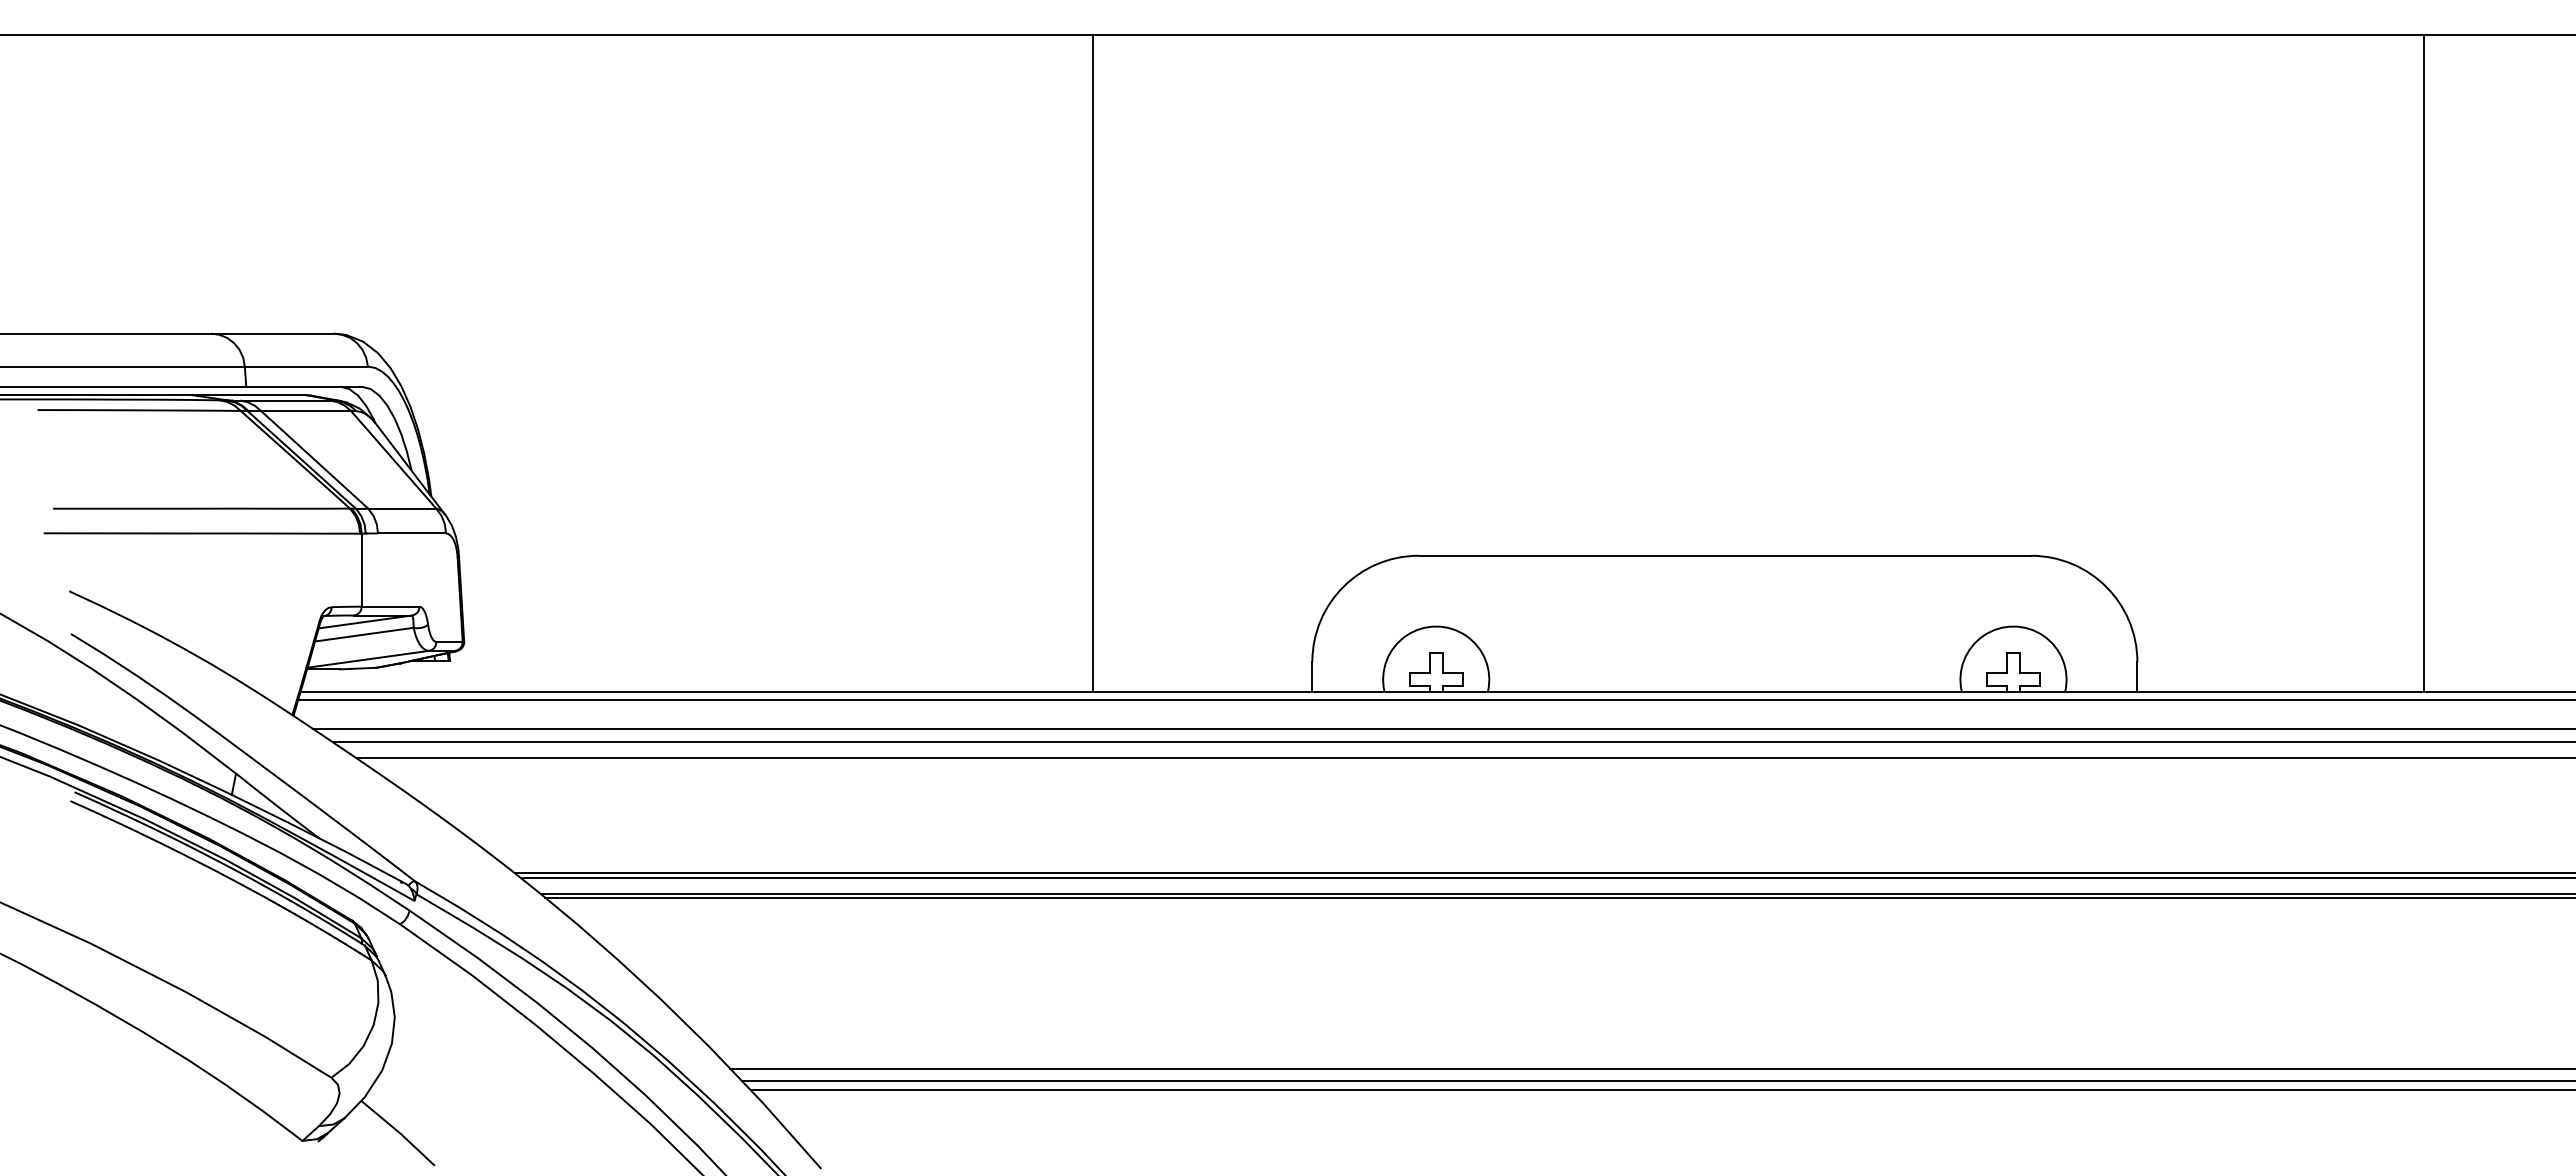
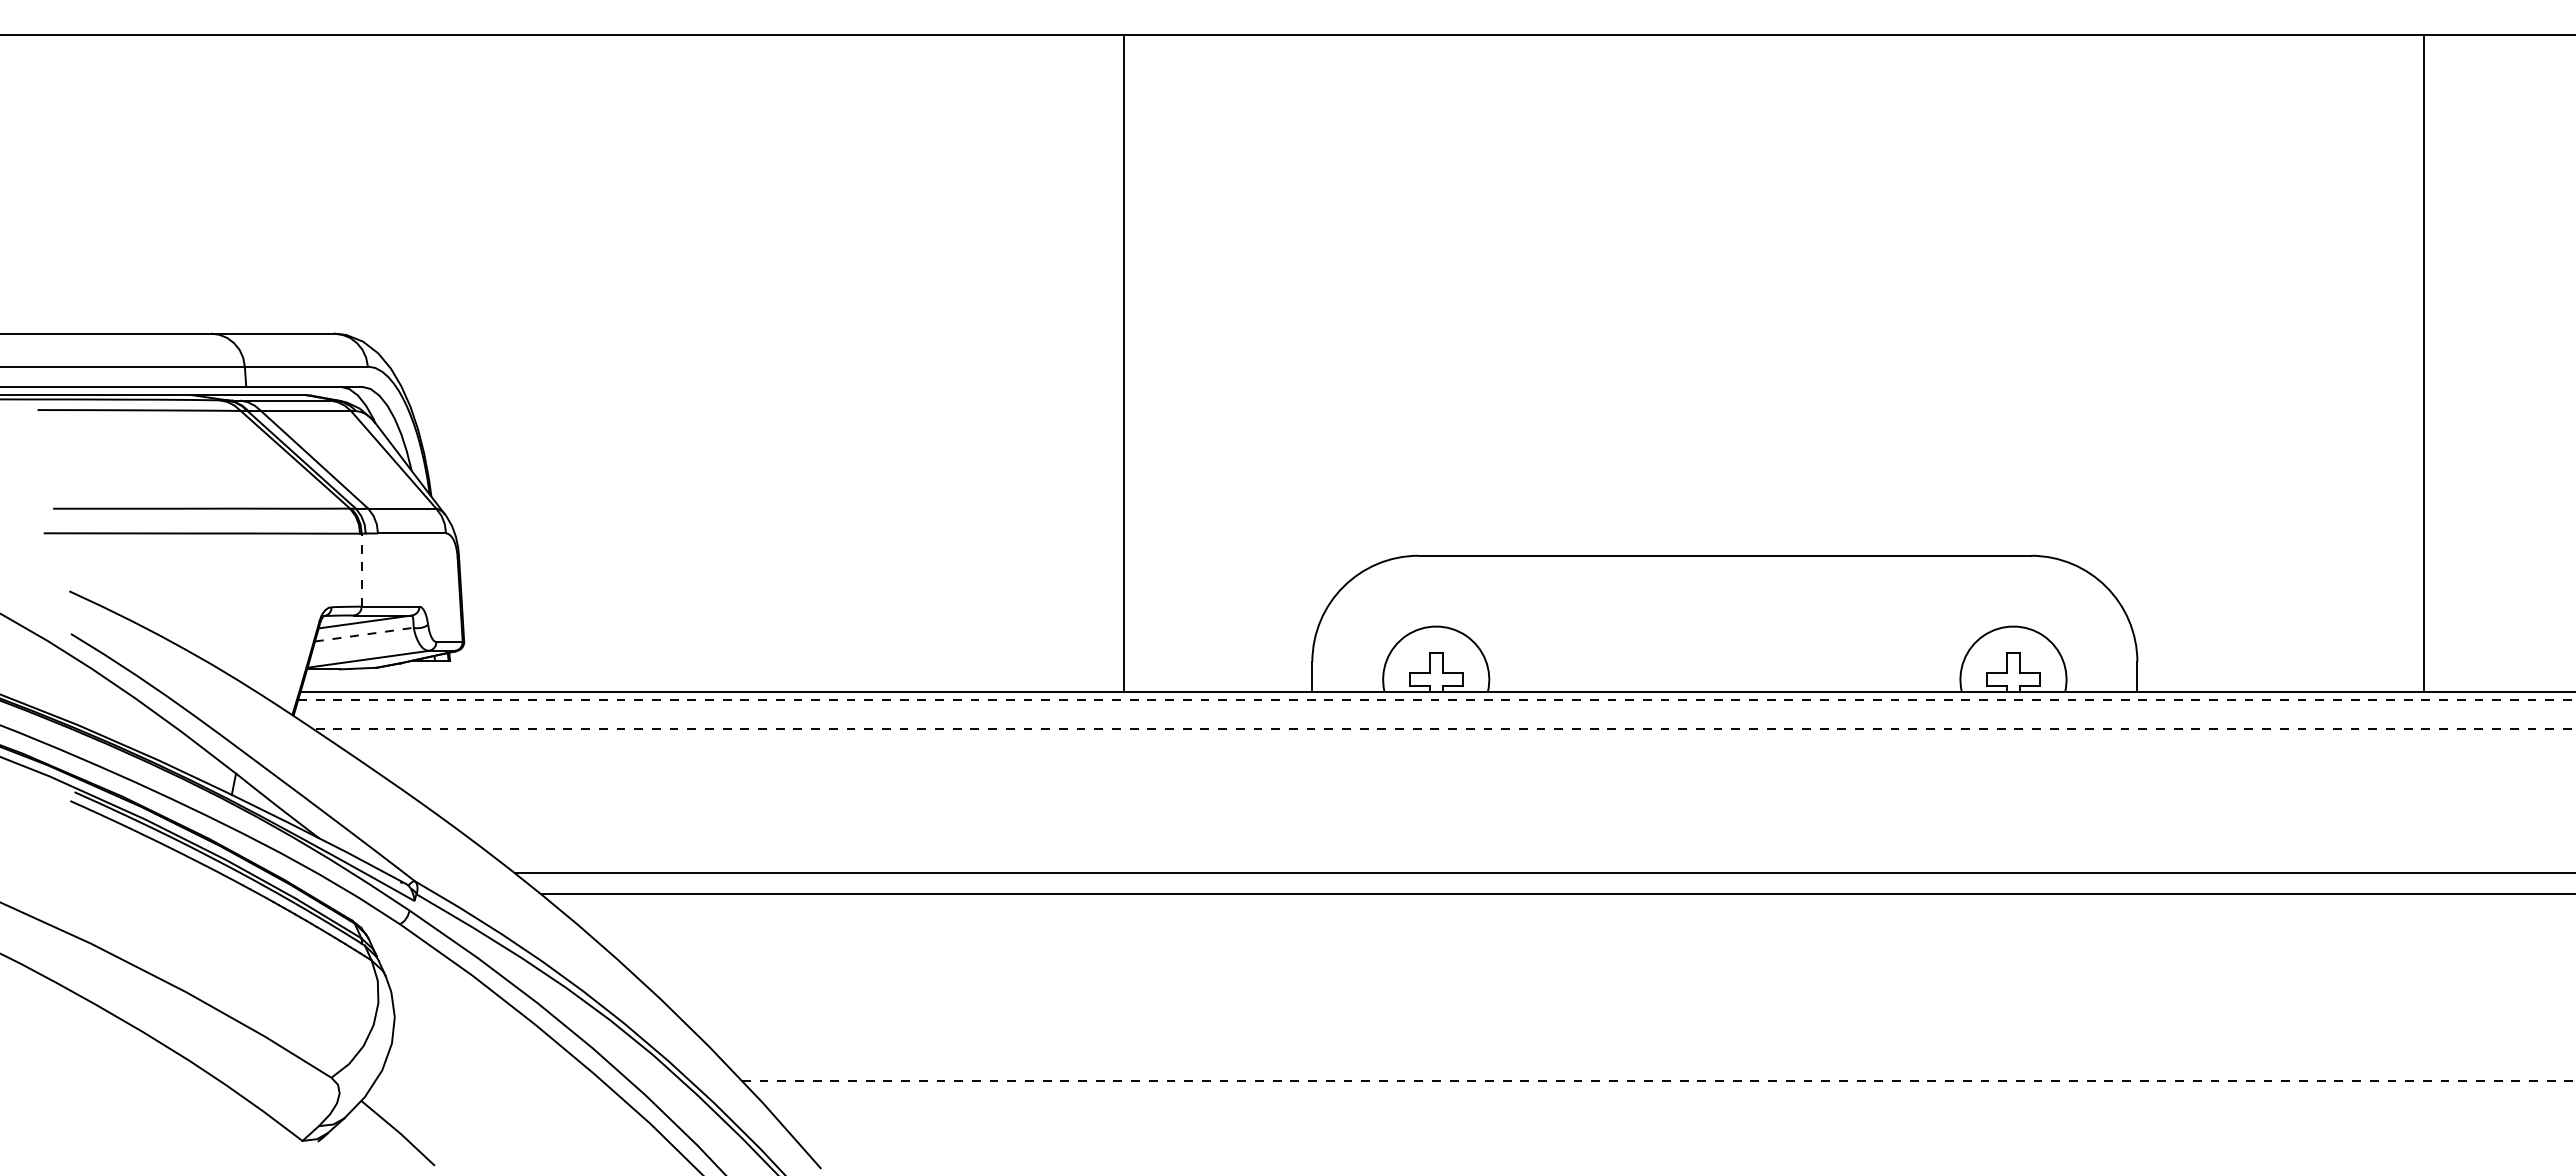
line at (1092, 363) position: (1092, 363) -> (1123, 363)
line at (361, 569): solid -> dashed
line at (364, 634): solid -> dashed
line at (1436, 700): solid -> dashed
line at (1443, 728): solid -> dashed
line at (1452, 742): present -> none
line at (1464, 758): present -> none
line at (1546, 878): present -> none
line at (1558, 897): present -> none
line at (1651, 1068): present -> none
line at (1658, 1080): solid -> dashed
line at (1661, 1089): present -> none
